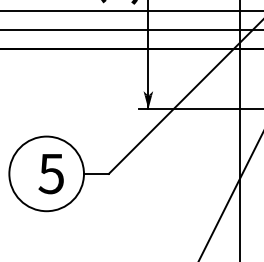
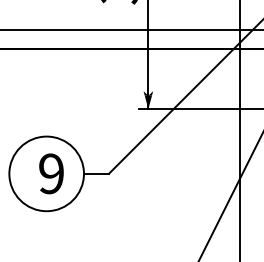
line at (131, 11): present -> none
text at (50, 173): 5 -> 9
